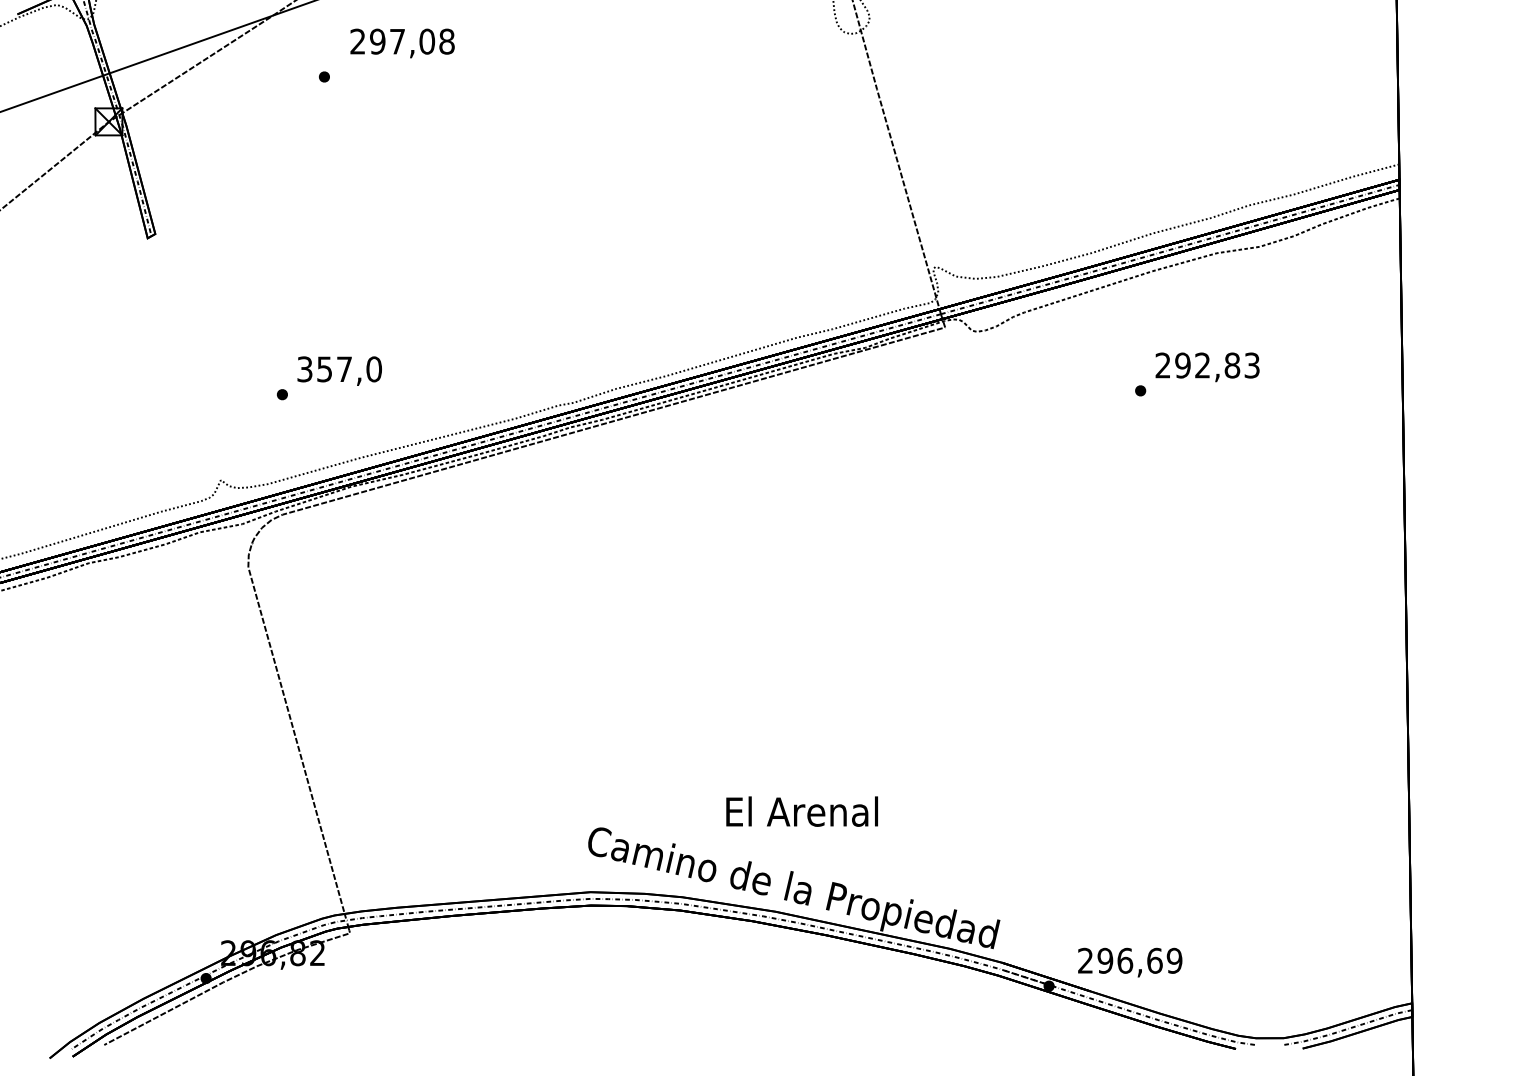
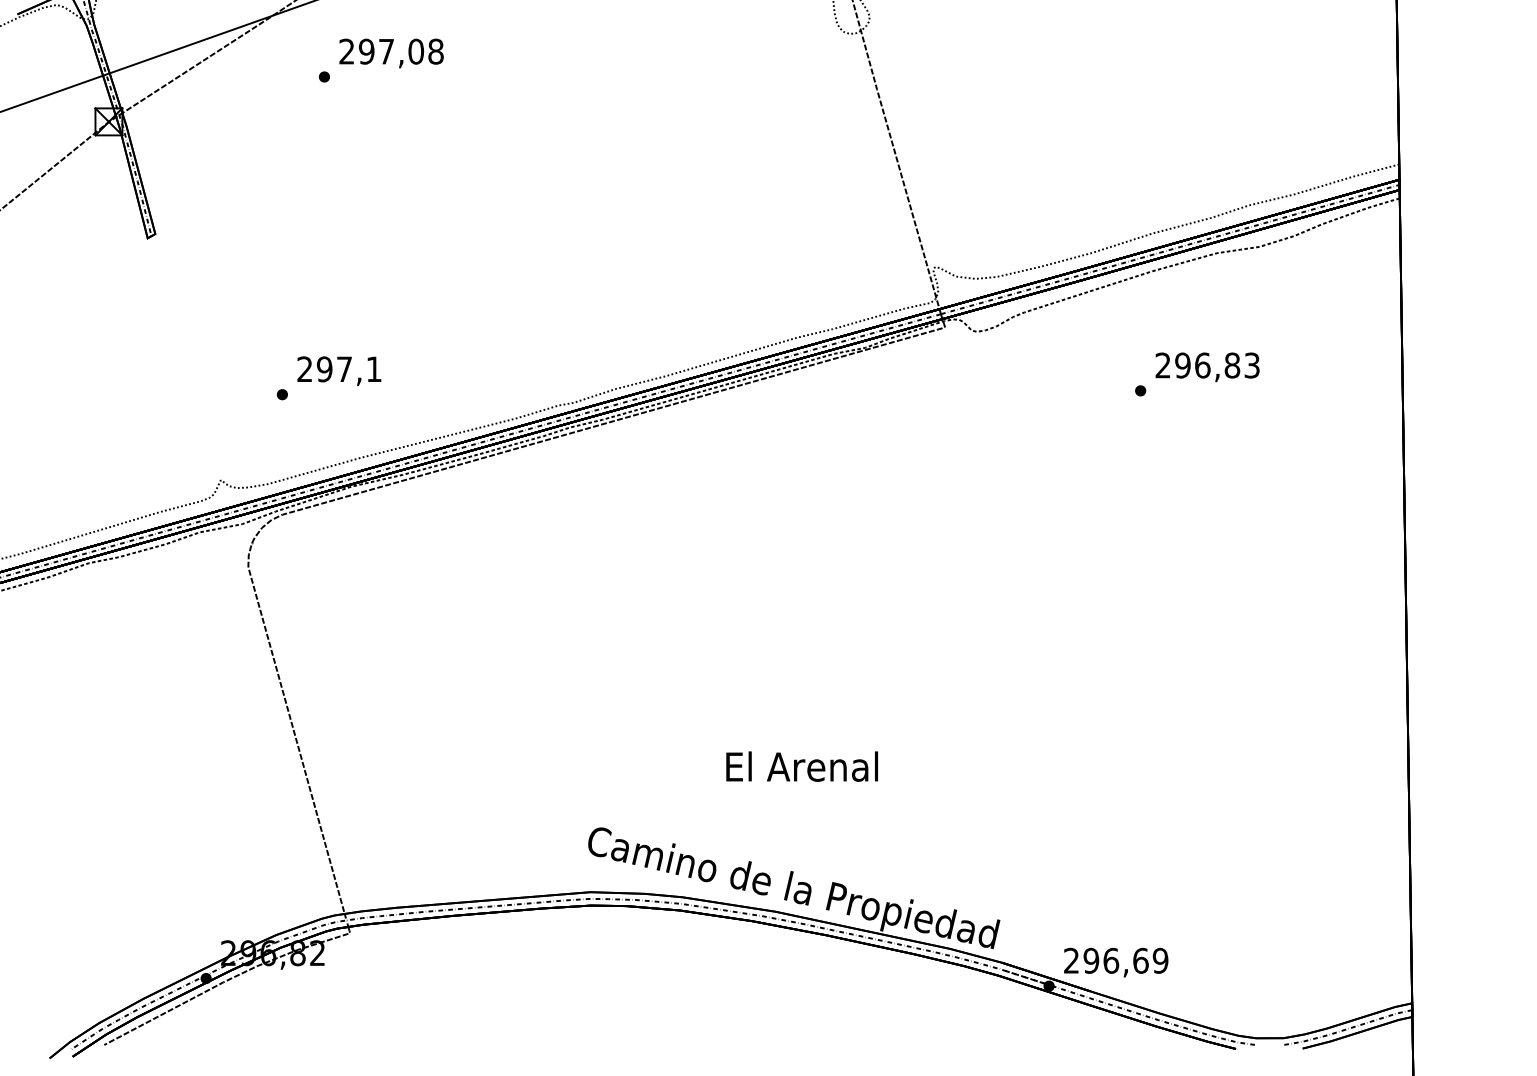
text at (402, 43) position: (402, 43) -> (391, 53)
text at (1202, 365): 292,83 -> 296,83
text at (339, 369): 357,0 -> 297,1
text at (801, 811) position: (801, 811) -> (801, 766)
text at (1130, 962) position: (1130, 962) -> (1116, 962)
